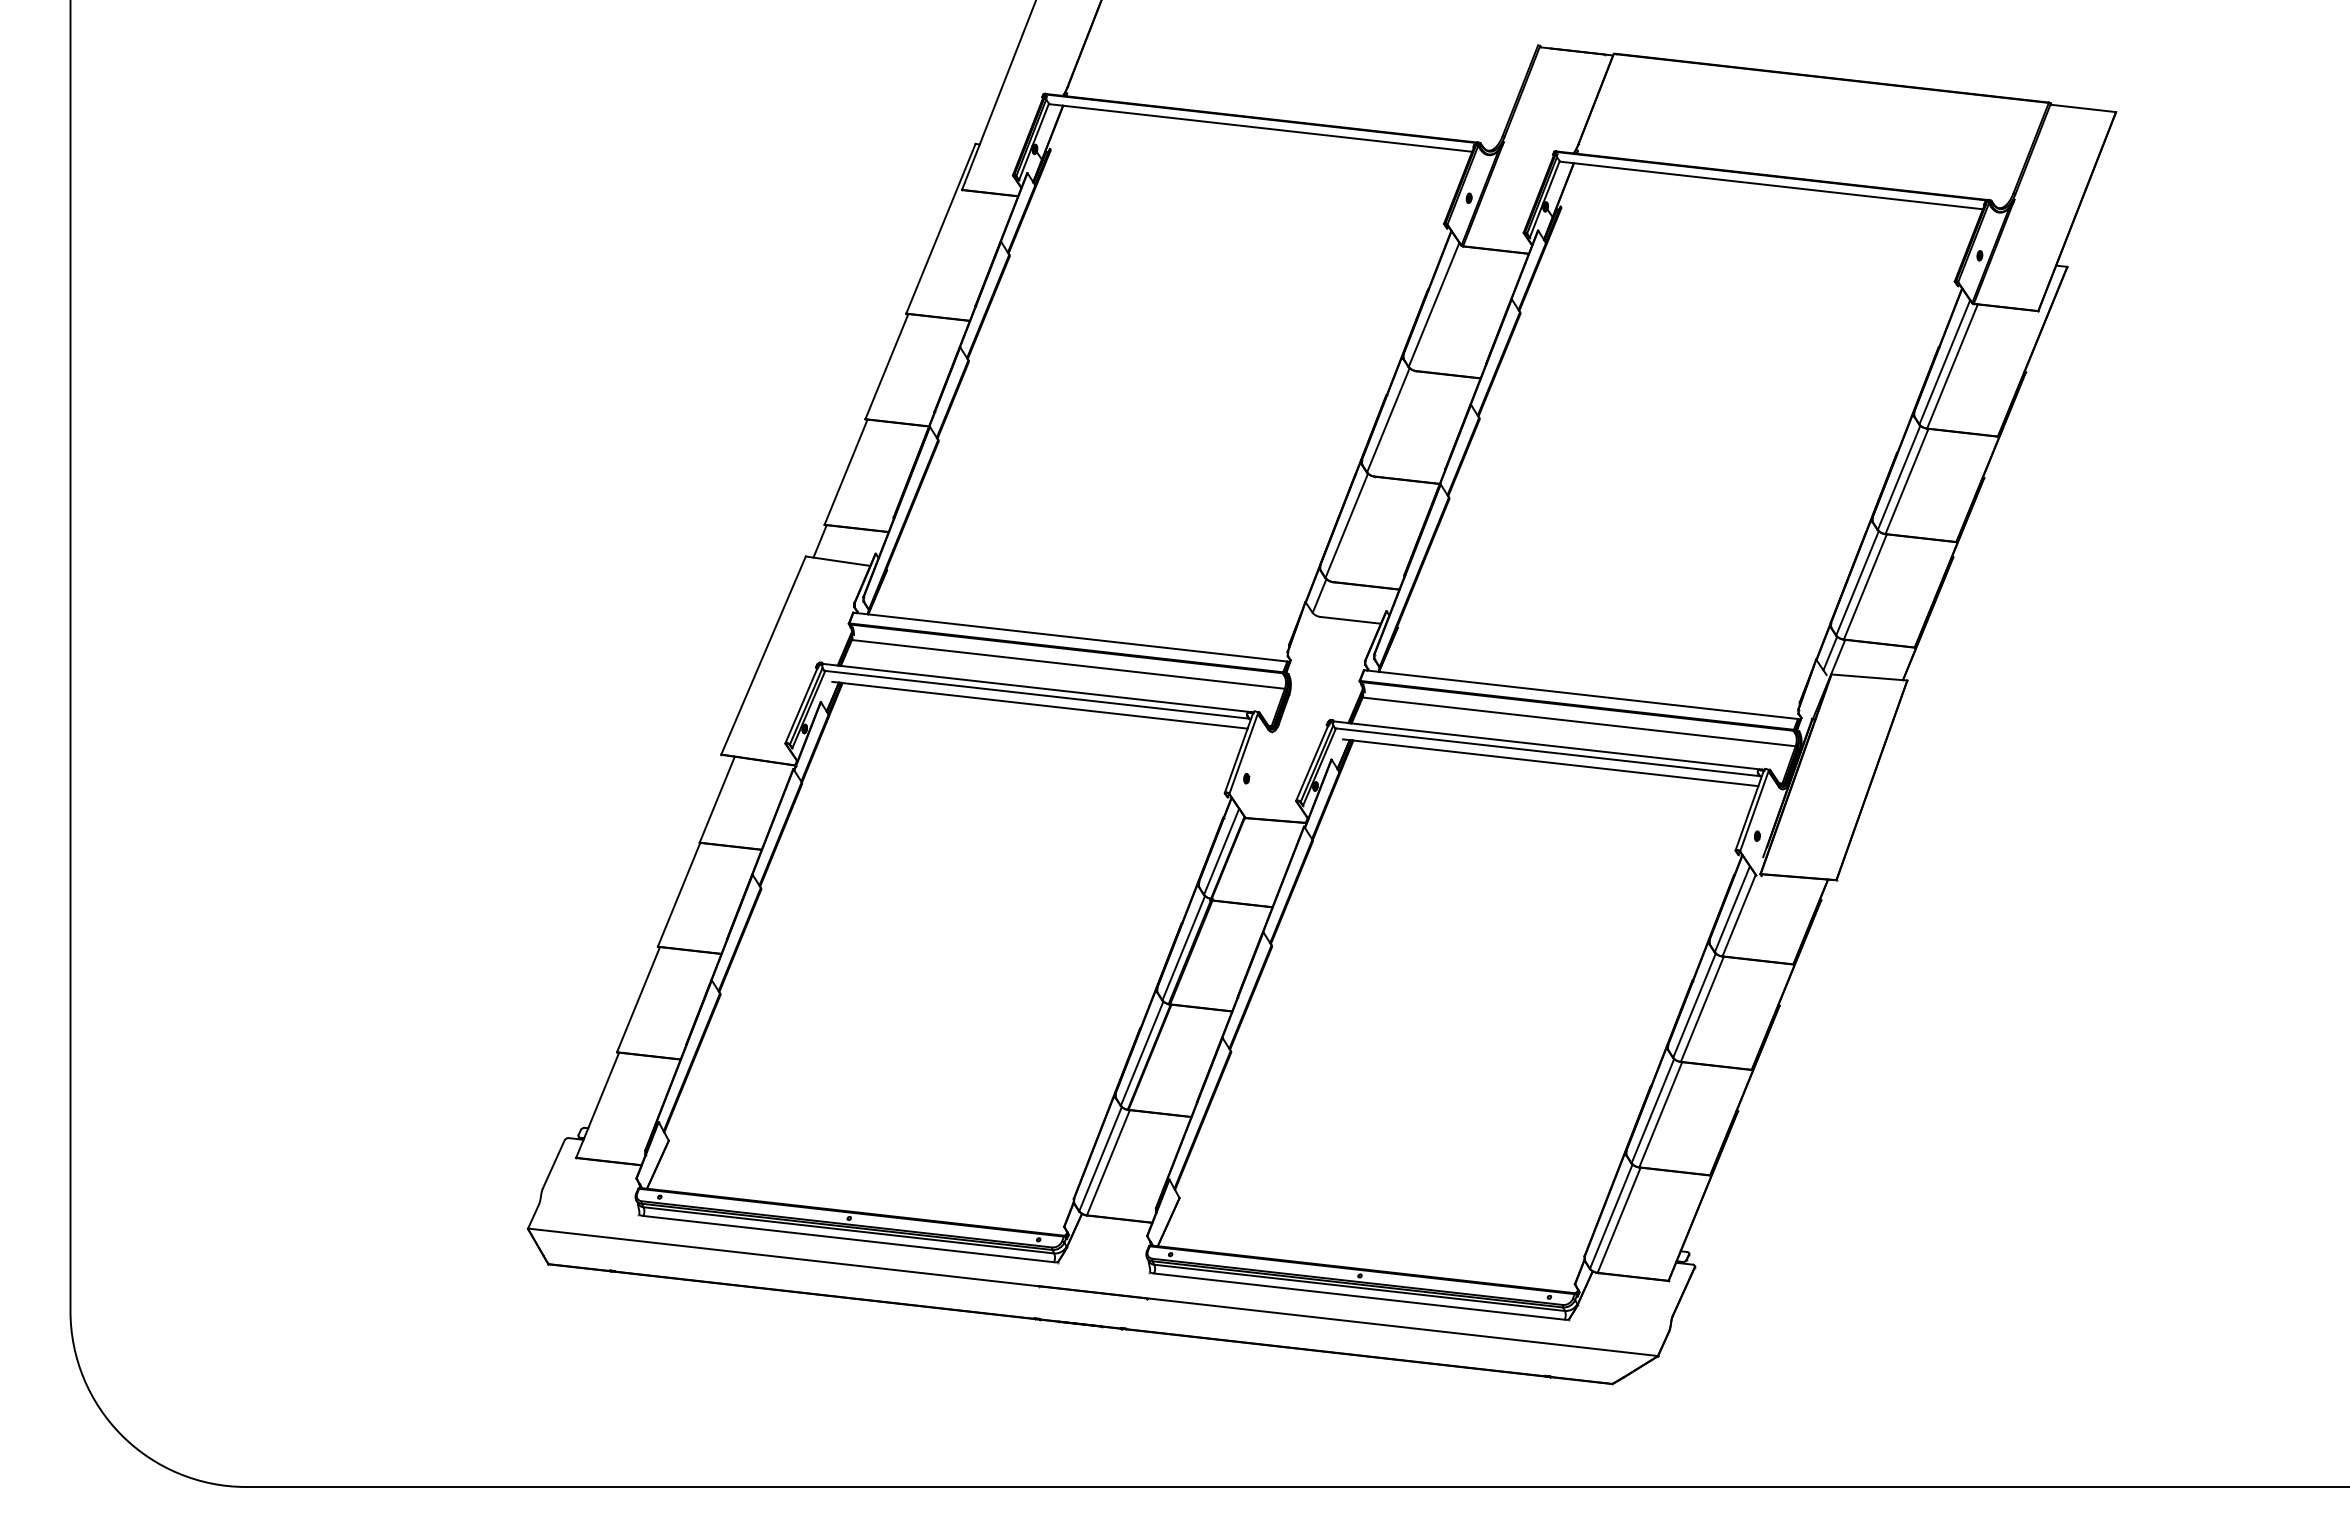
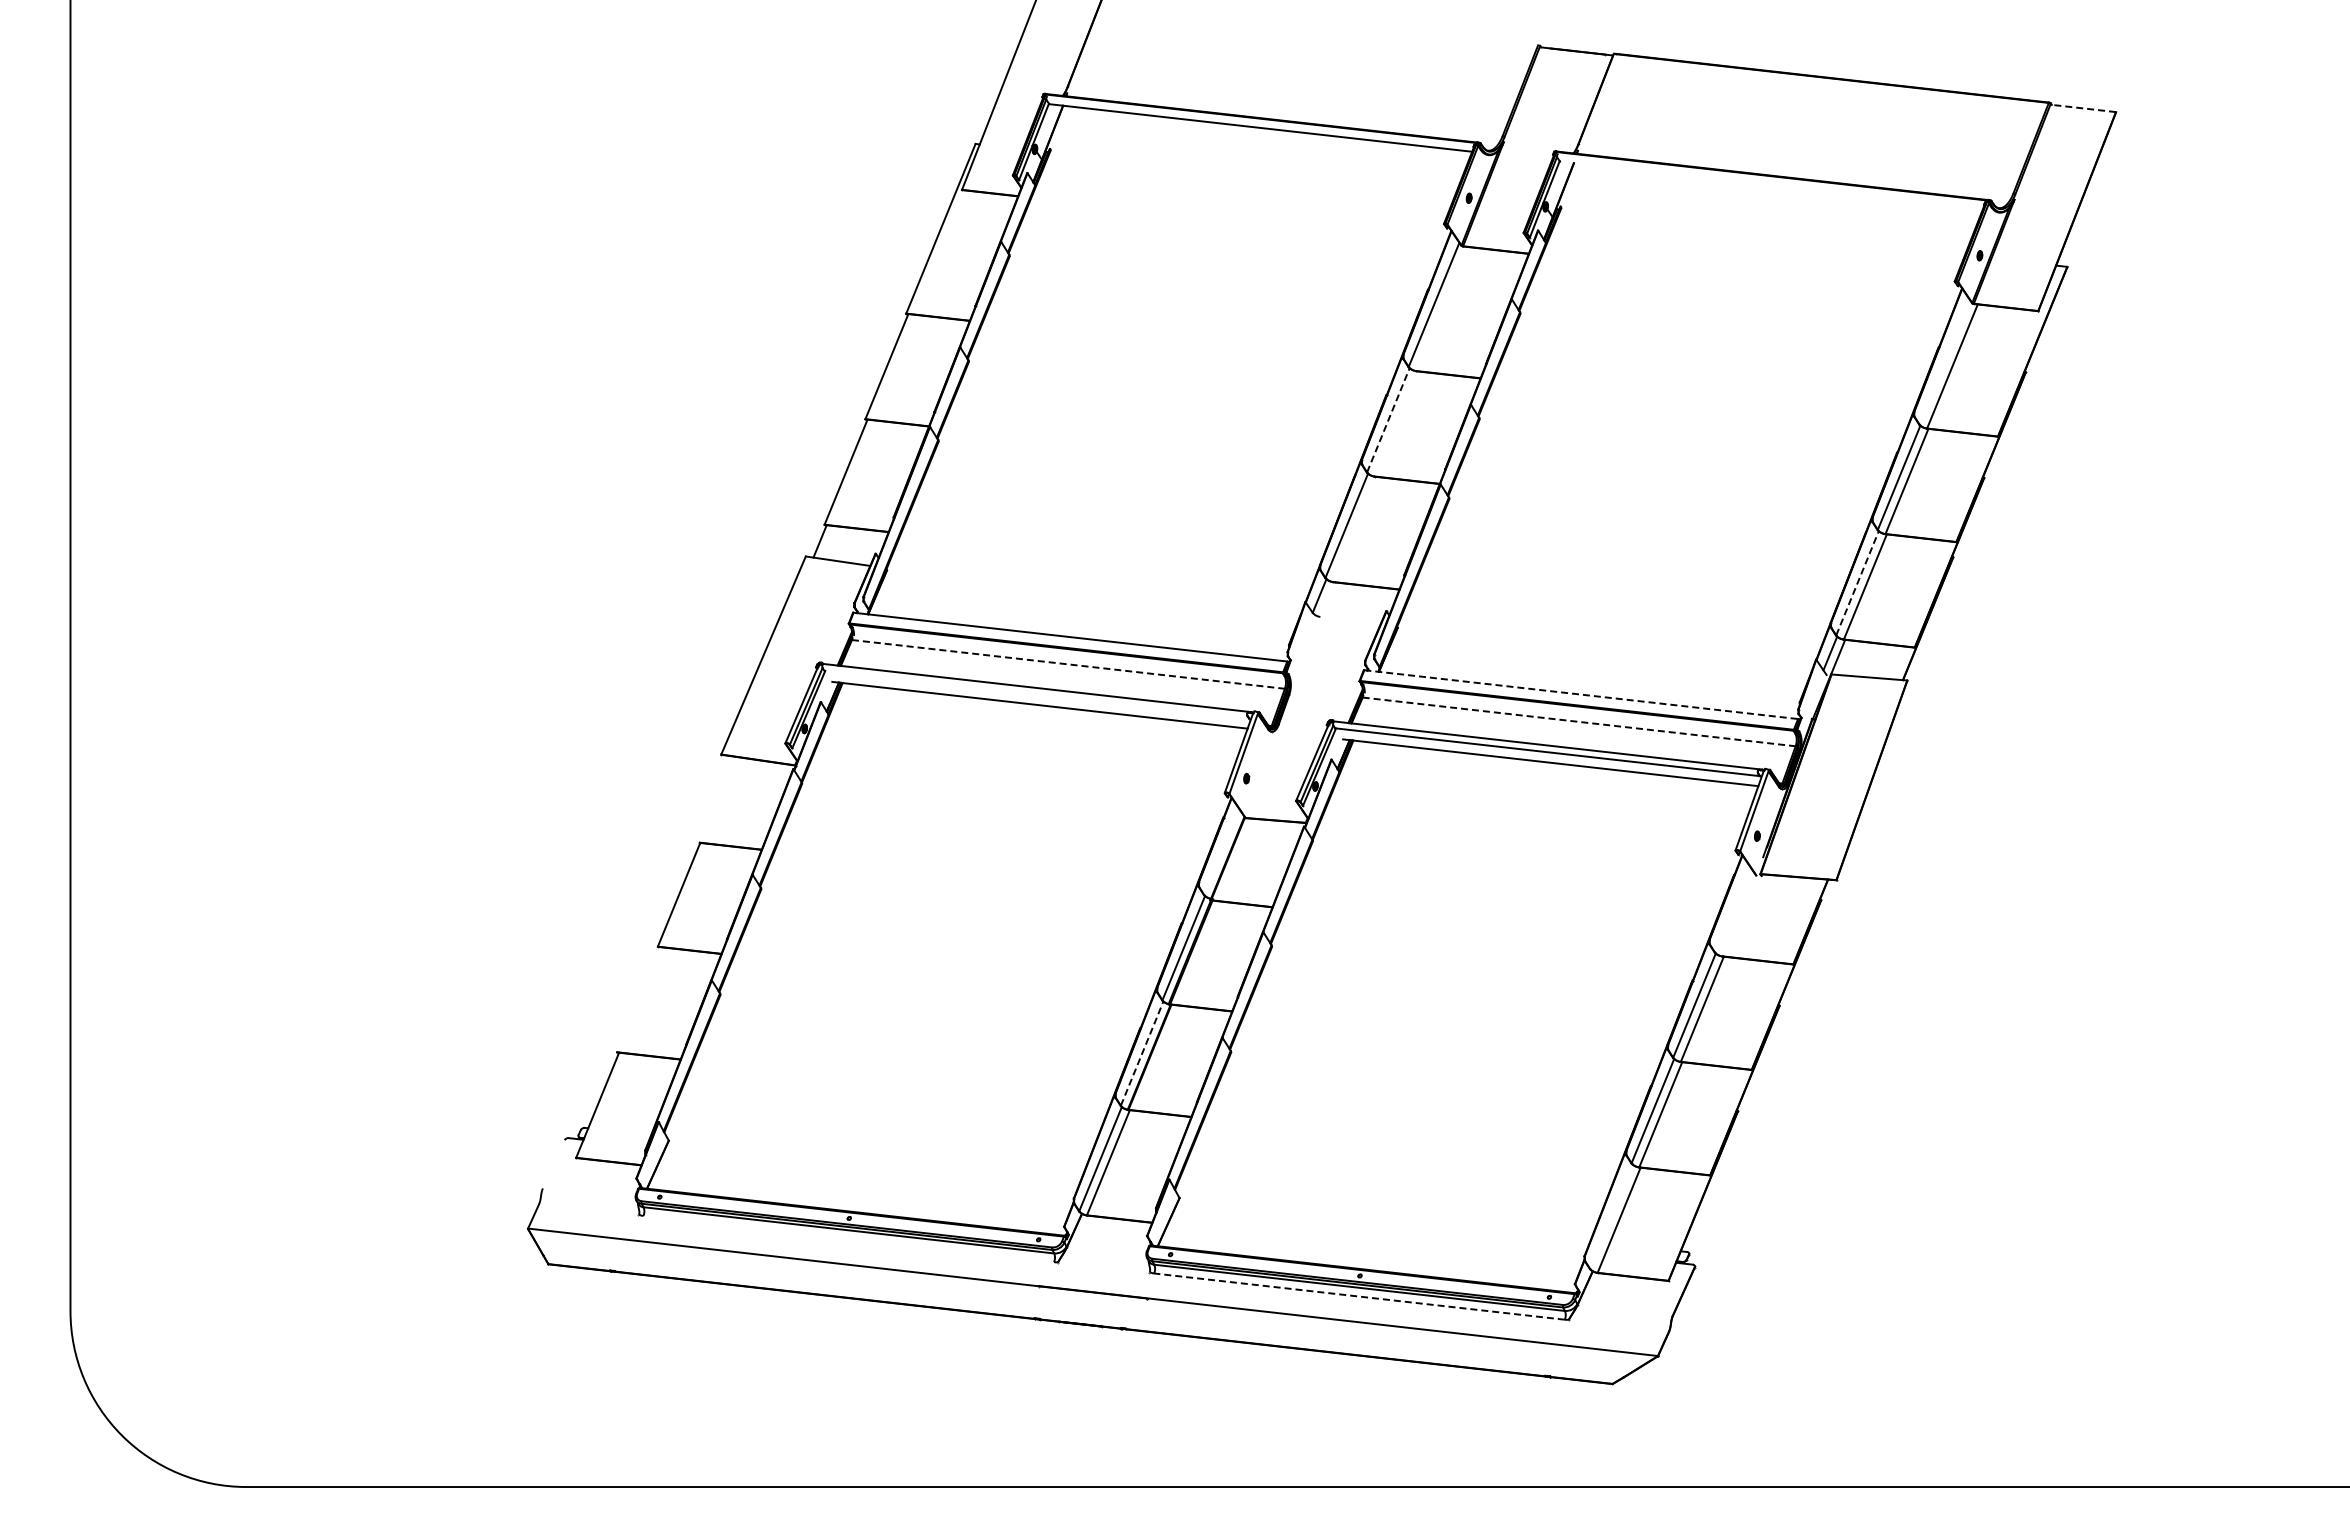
line at (2083, 108): solid -> dashed
line at (1771, 185): present -> none
line at (1944, 362): present -> none
line at (1388, 419): solid -> dashed
line at (1857, 582): solid -> dashed
line at (1350, 619): present -> none
line at (1068, 664): solid -> dashed
line at (1036, 694): present -> none
line at (1581, 694): solid -> dashed
line at (1579, 721): solid -> dashed
line at (716, 799): present -> none
line at (1221, 851): present -> none
line at (1731, 909): present -> none
line at (1738, 915): present -> none
line at (638, 999): present -> none
line at (1142, 1053): solid -> dashed
line at (553, 1164): present -> none
line at (1611, 1216): present -> none
line at (848, 1238): present -> none
line at (1359, 1296): solid -> dashed
